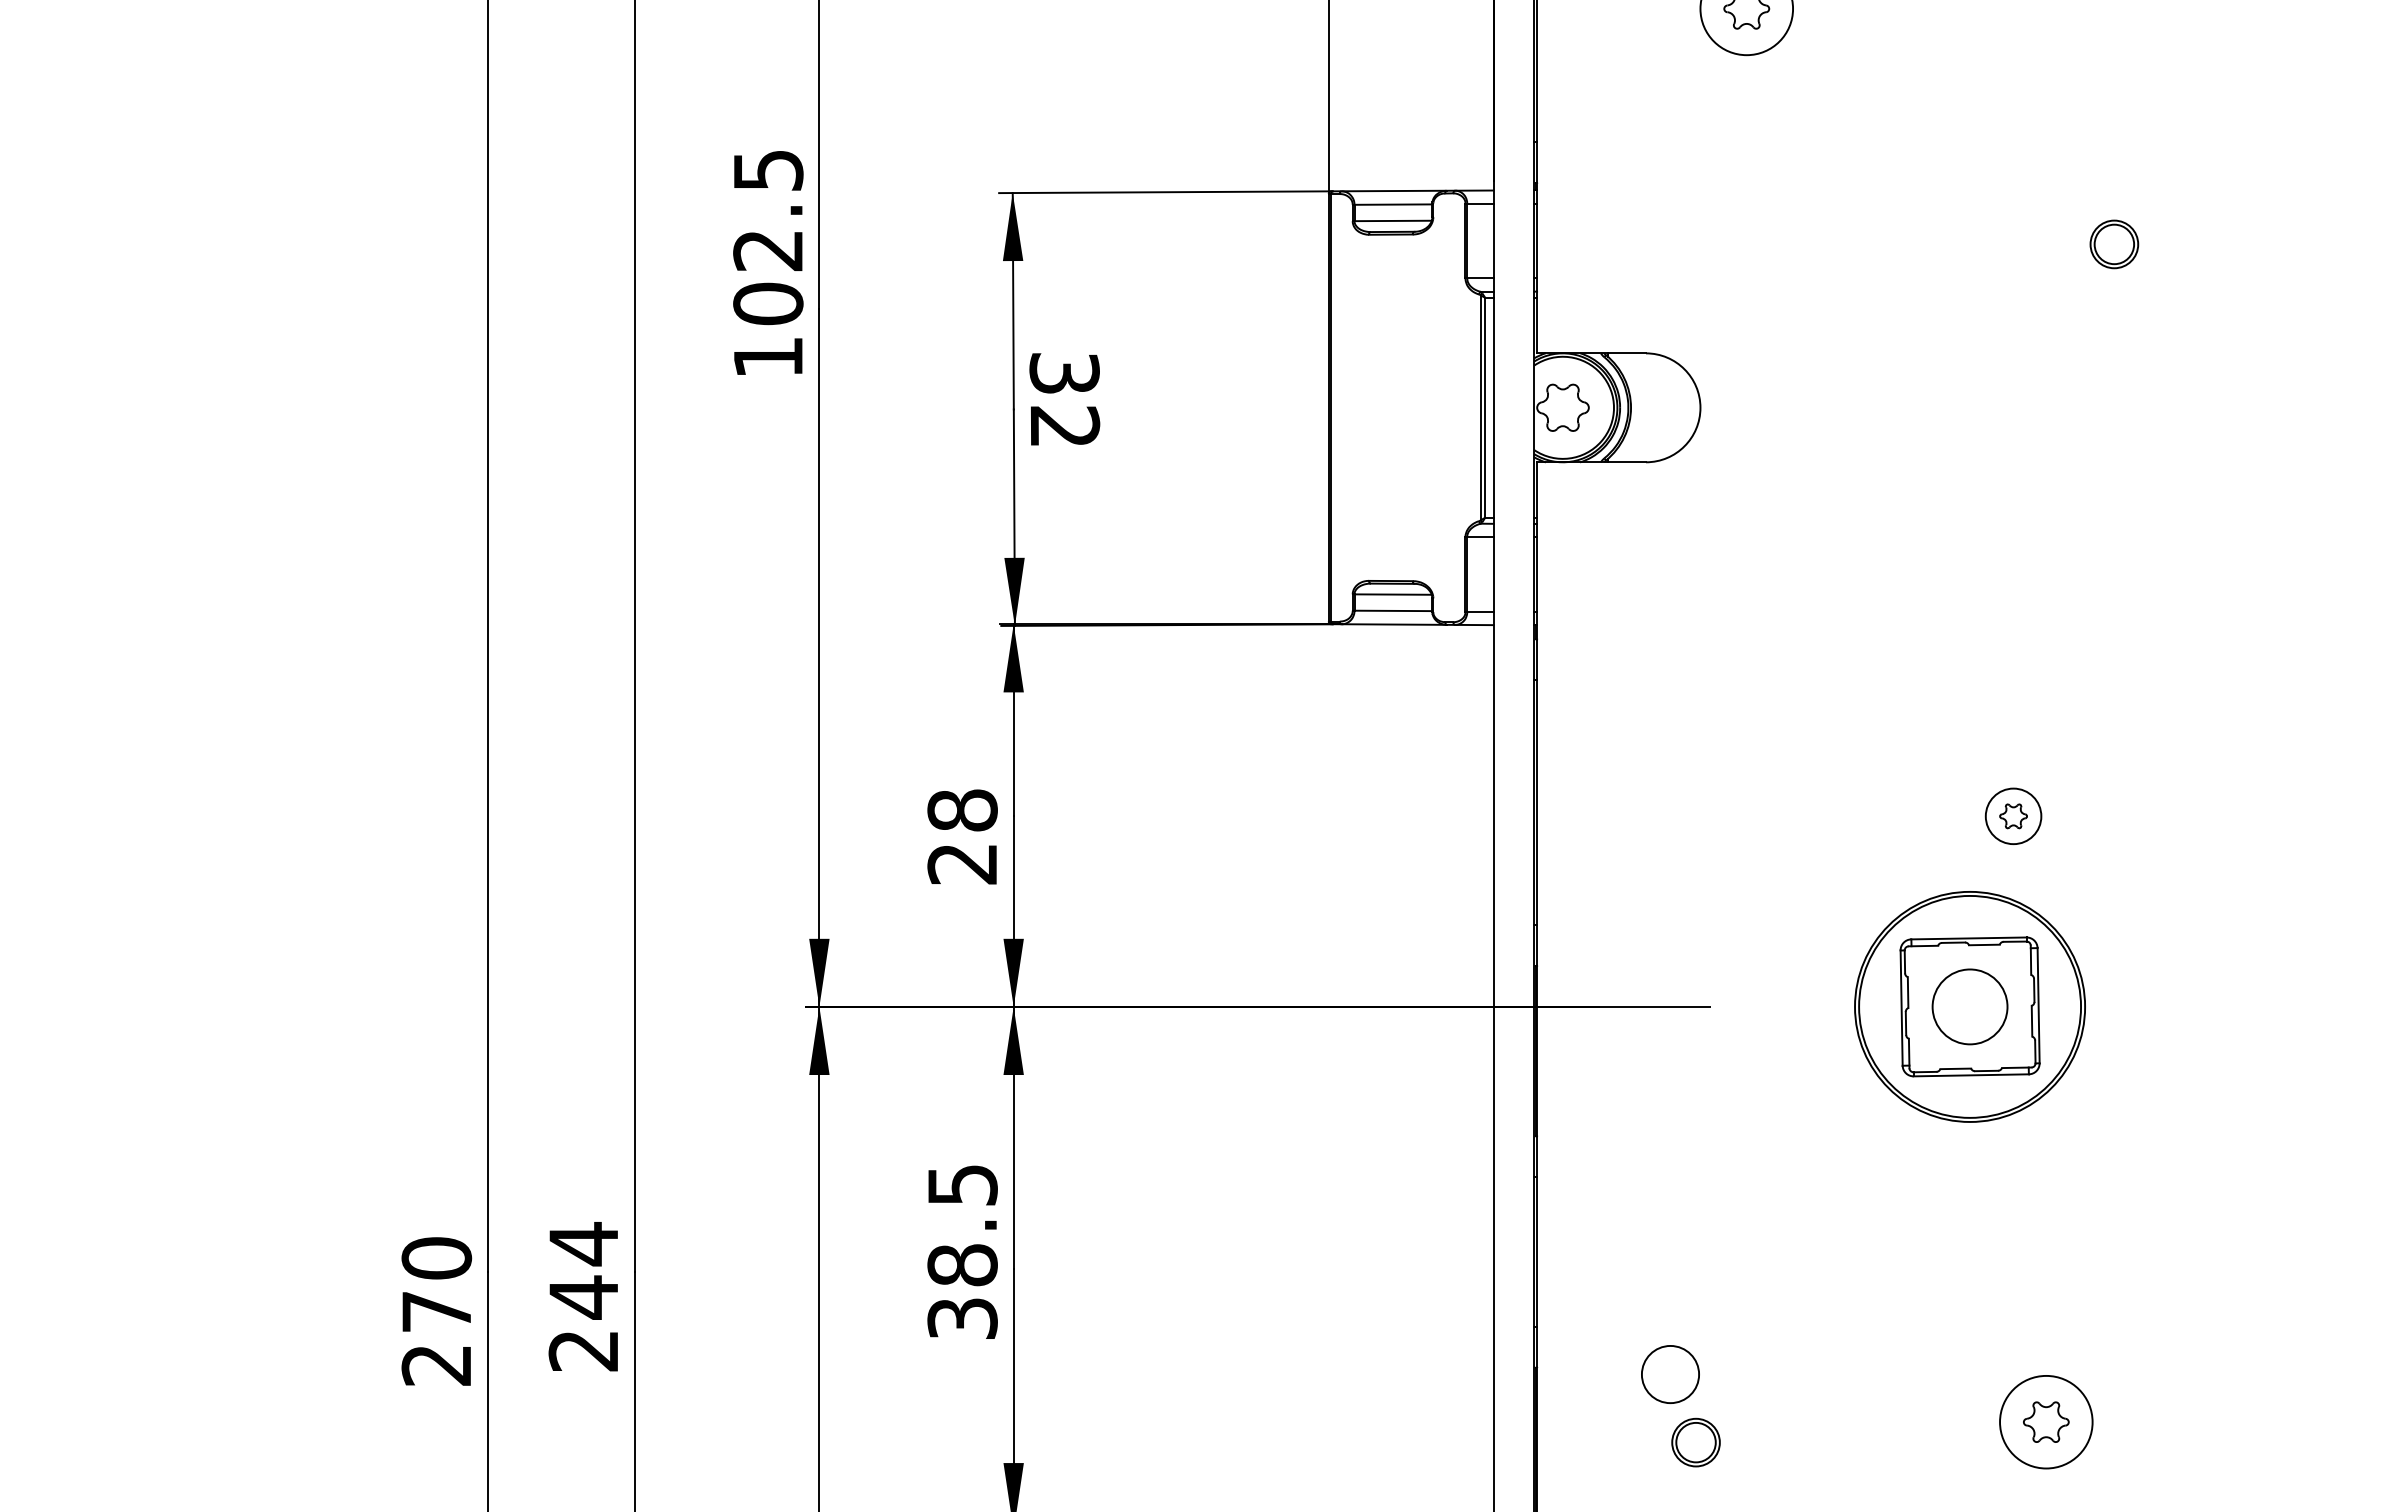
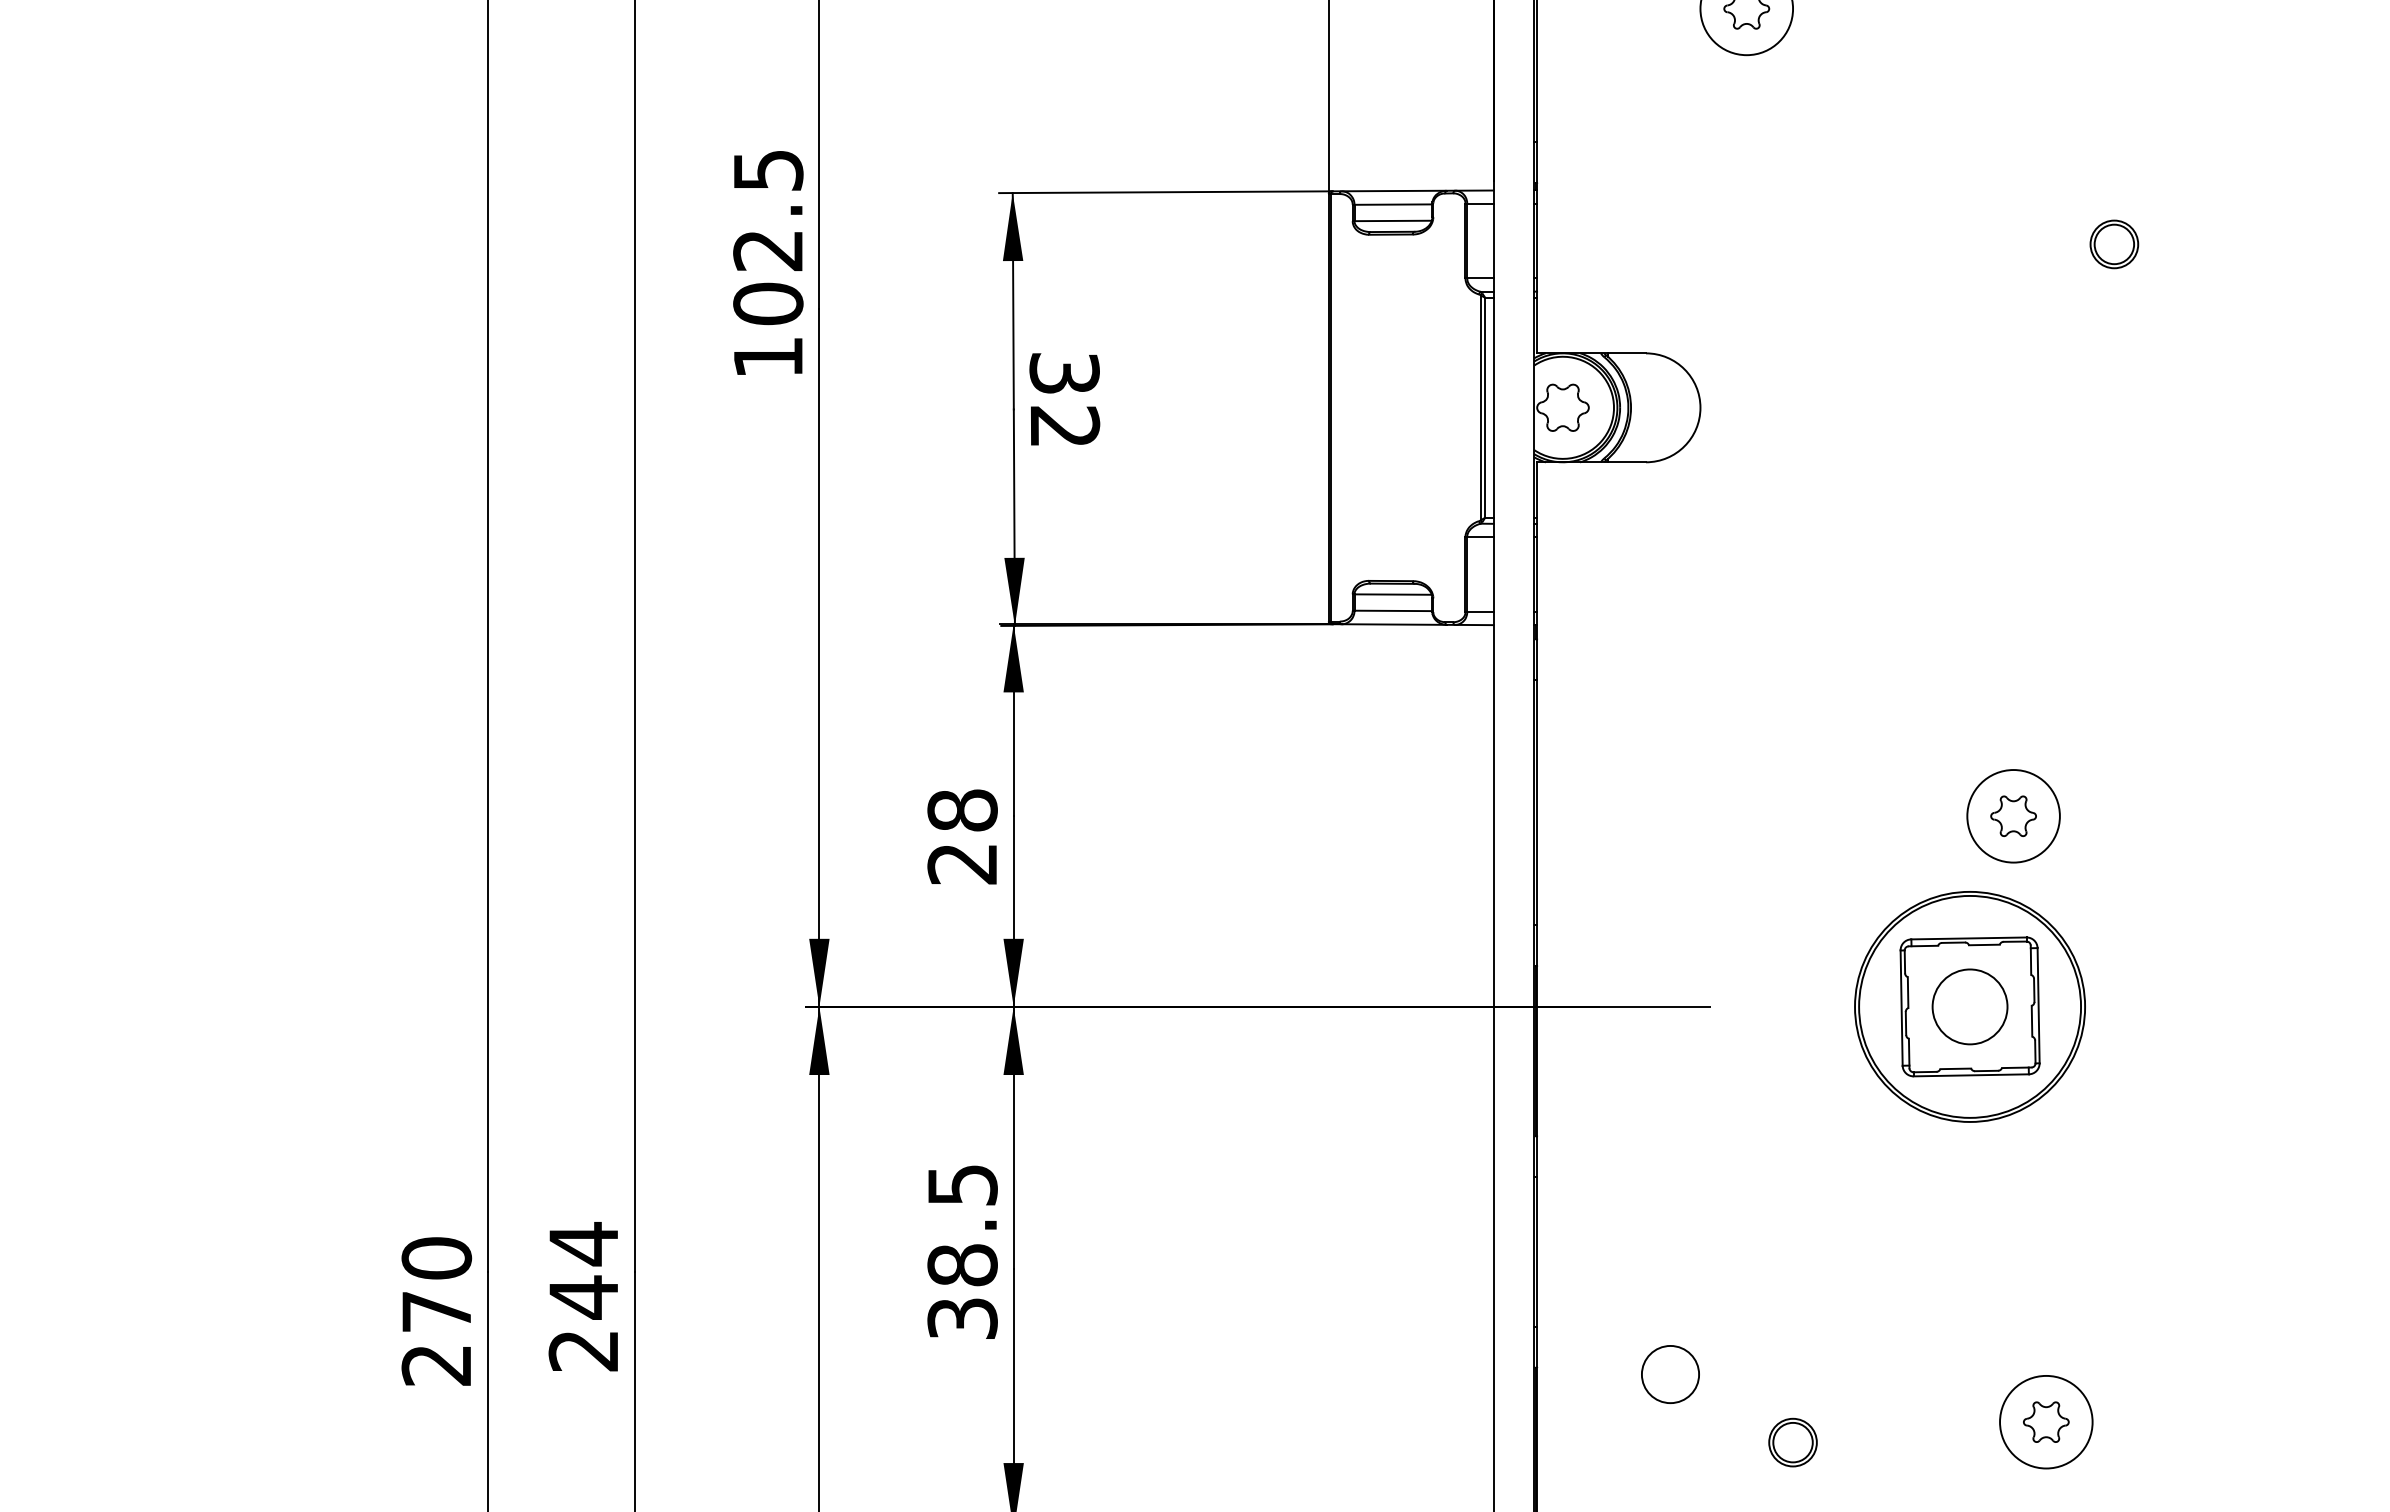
part at (2013, 815) size: 59x58 px -> 95x95 px
part at (1695, 1442) position: (1695, 1442) -> (1792, 1442)
